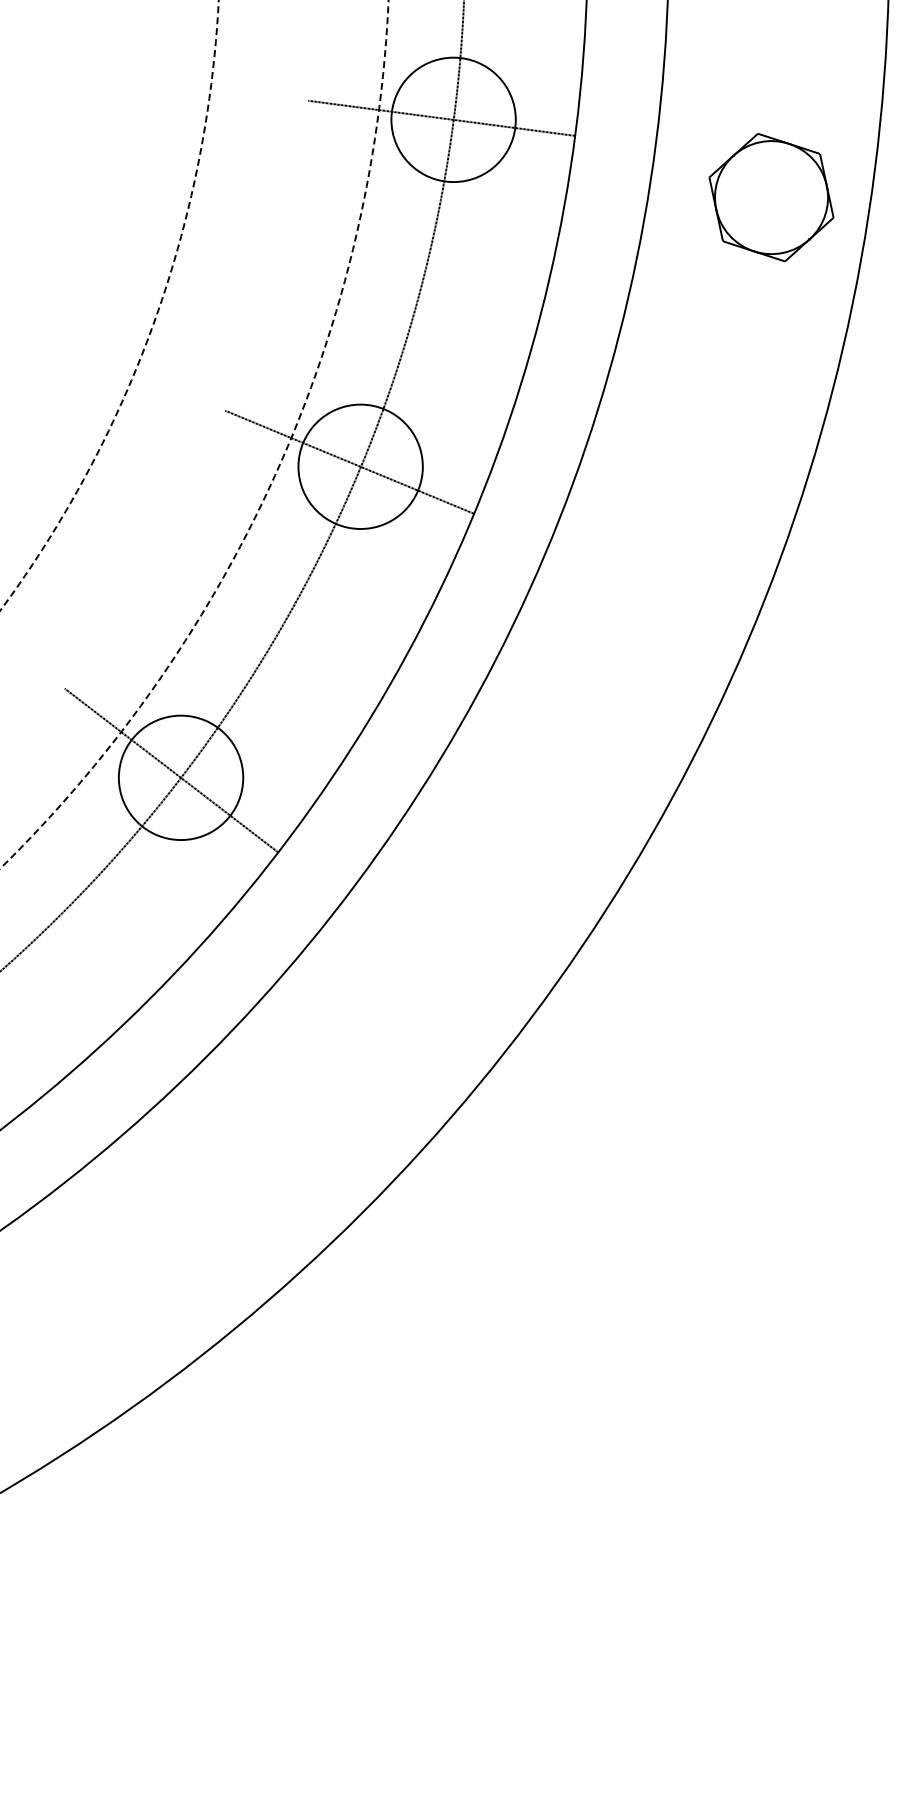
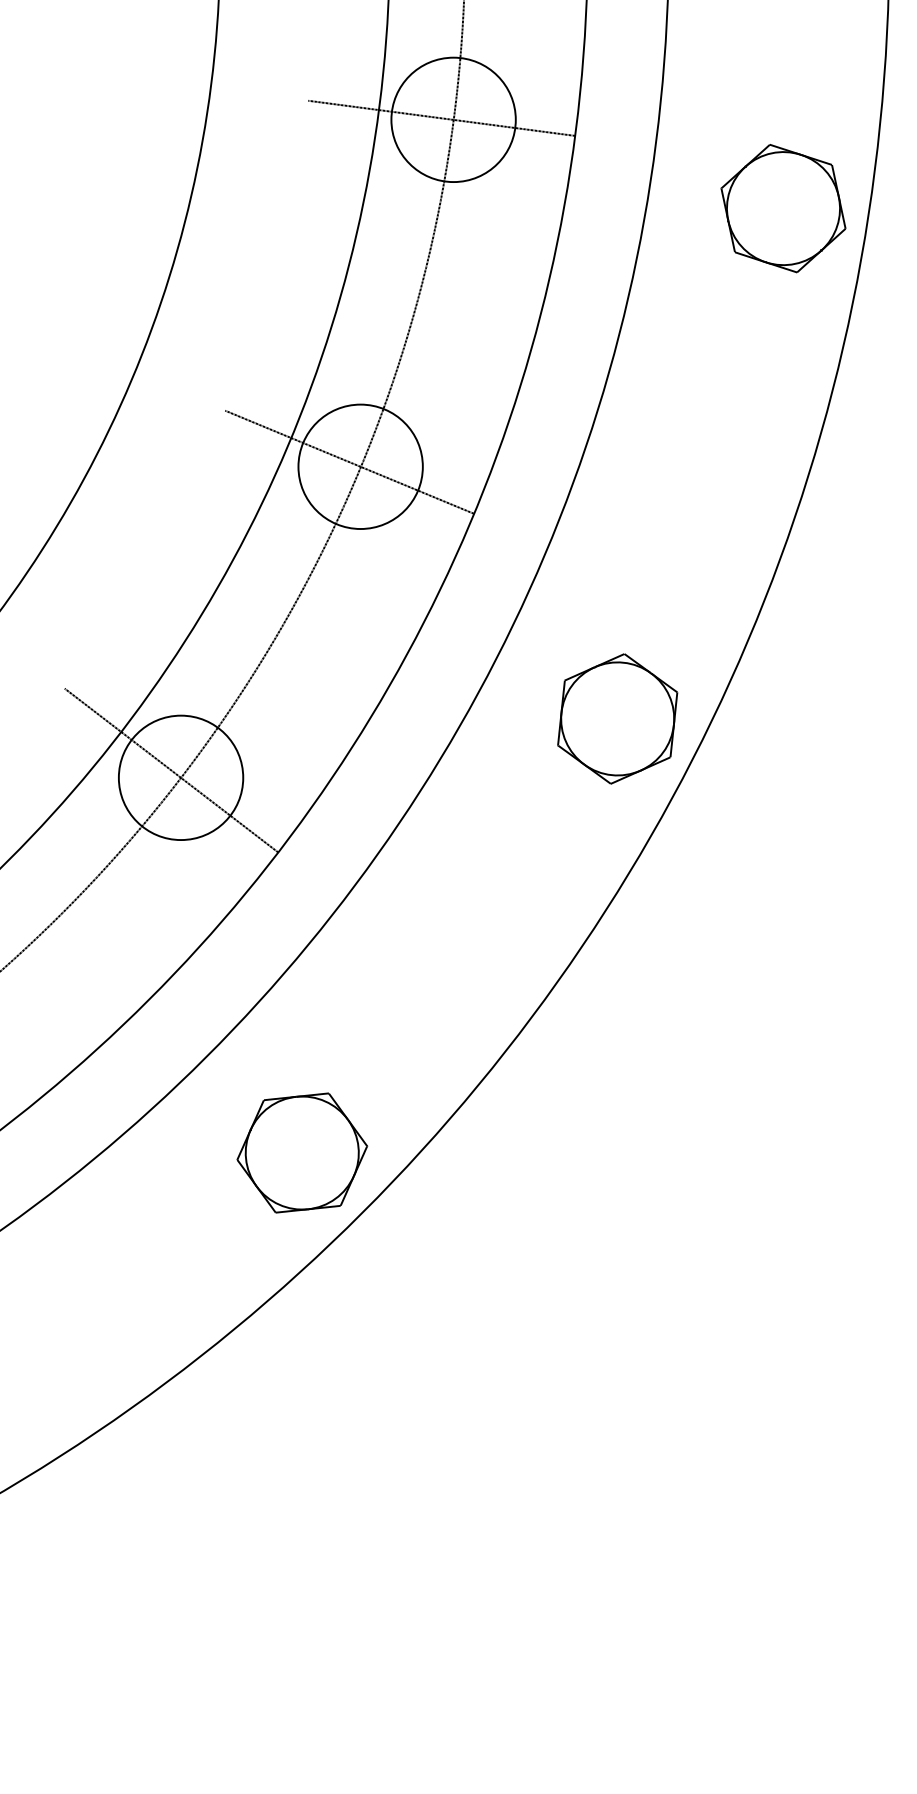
part at (771, 197) position: (771, 197) -> (783, 208)
circle at (109, 305): dashed -> solid
circle at (194, 434): dashed -> solid
part at (617, 718): none -> present
part at (302, 1152): none -> present
